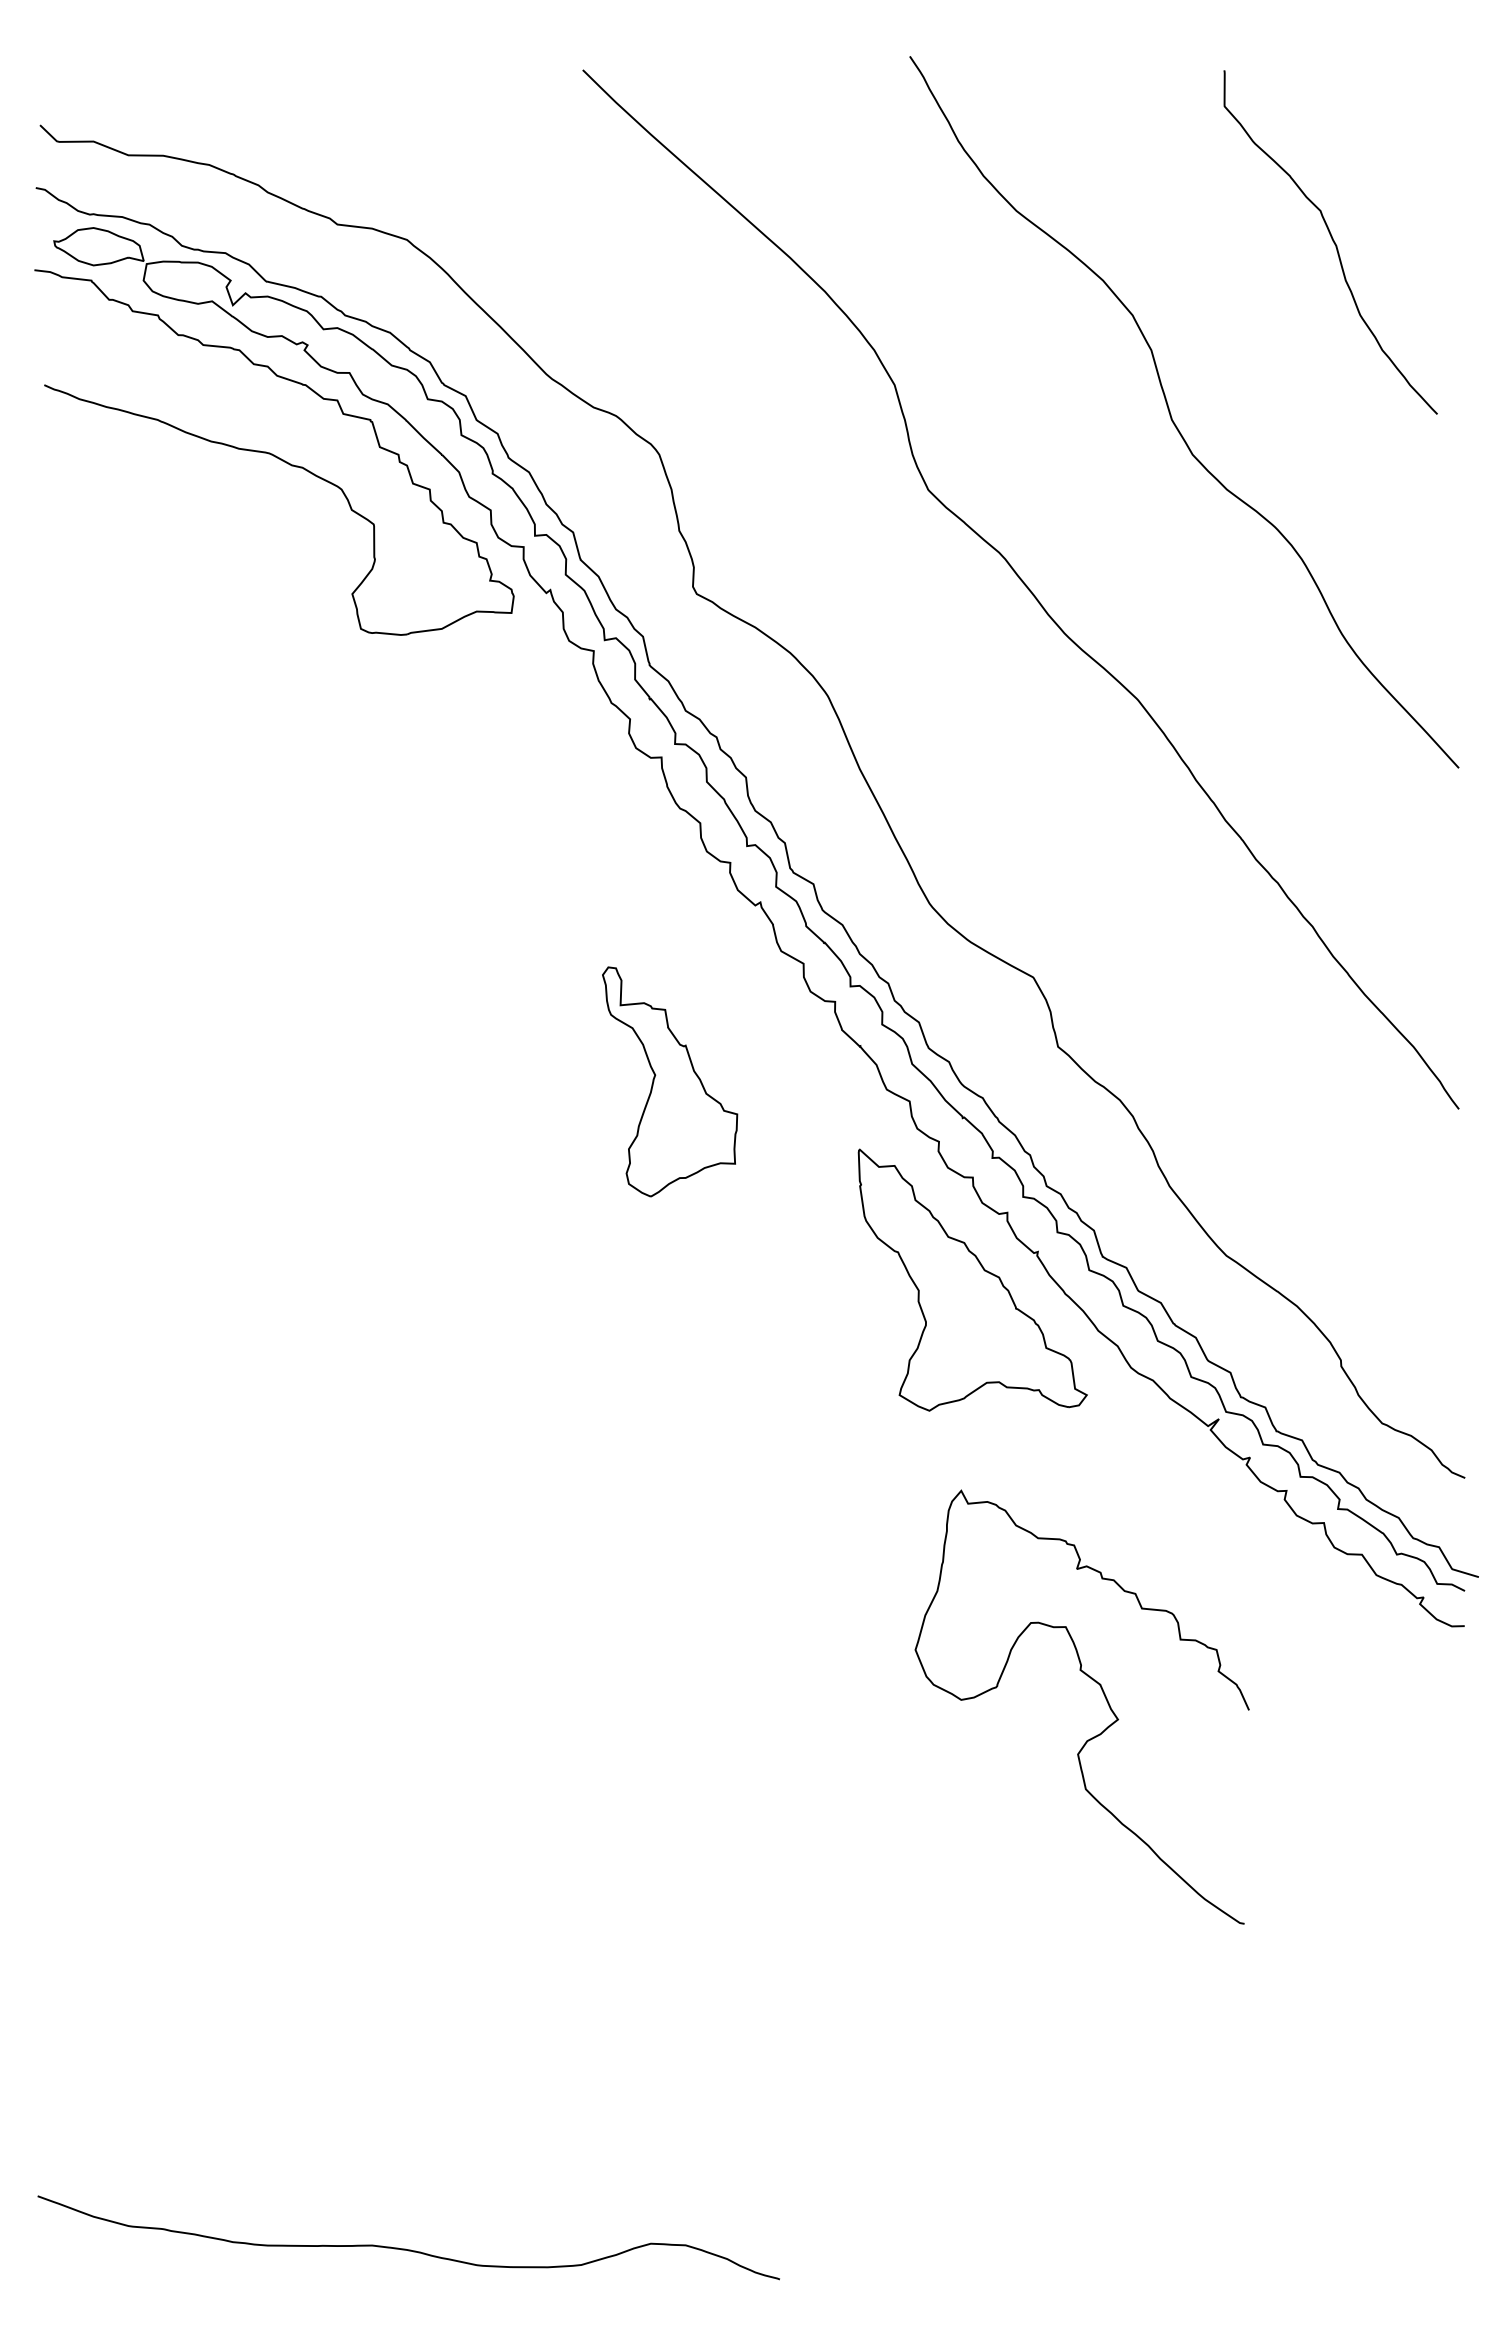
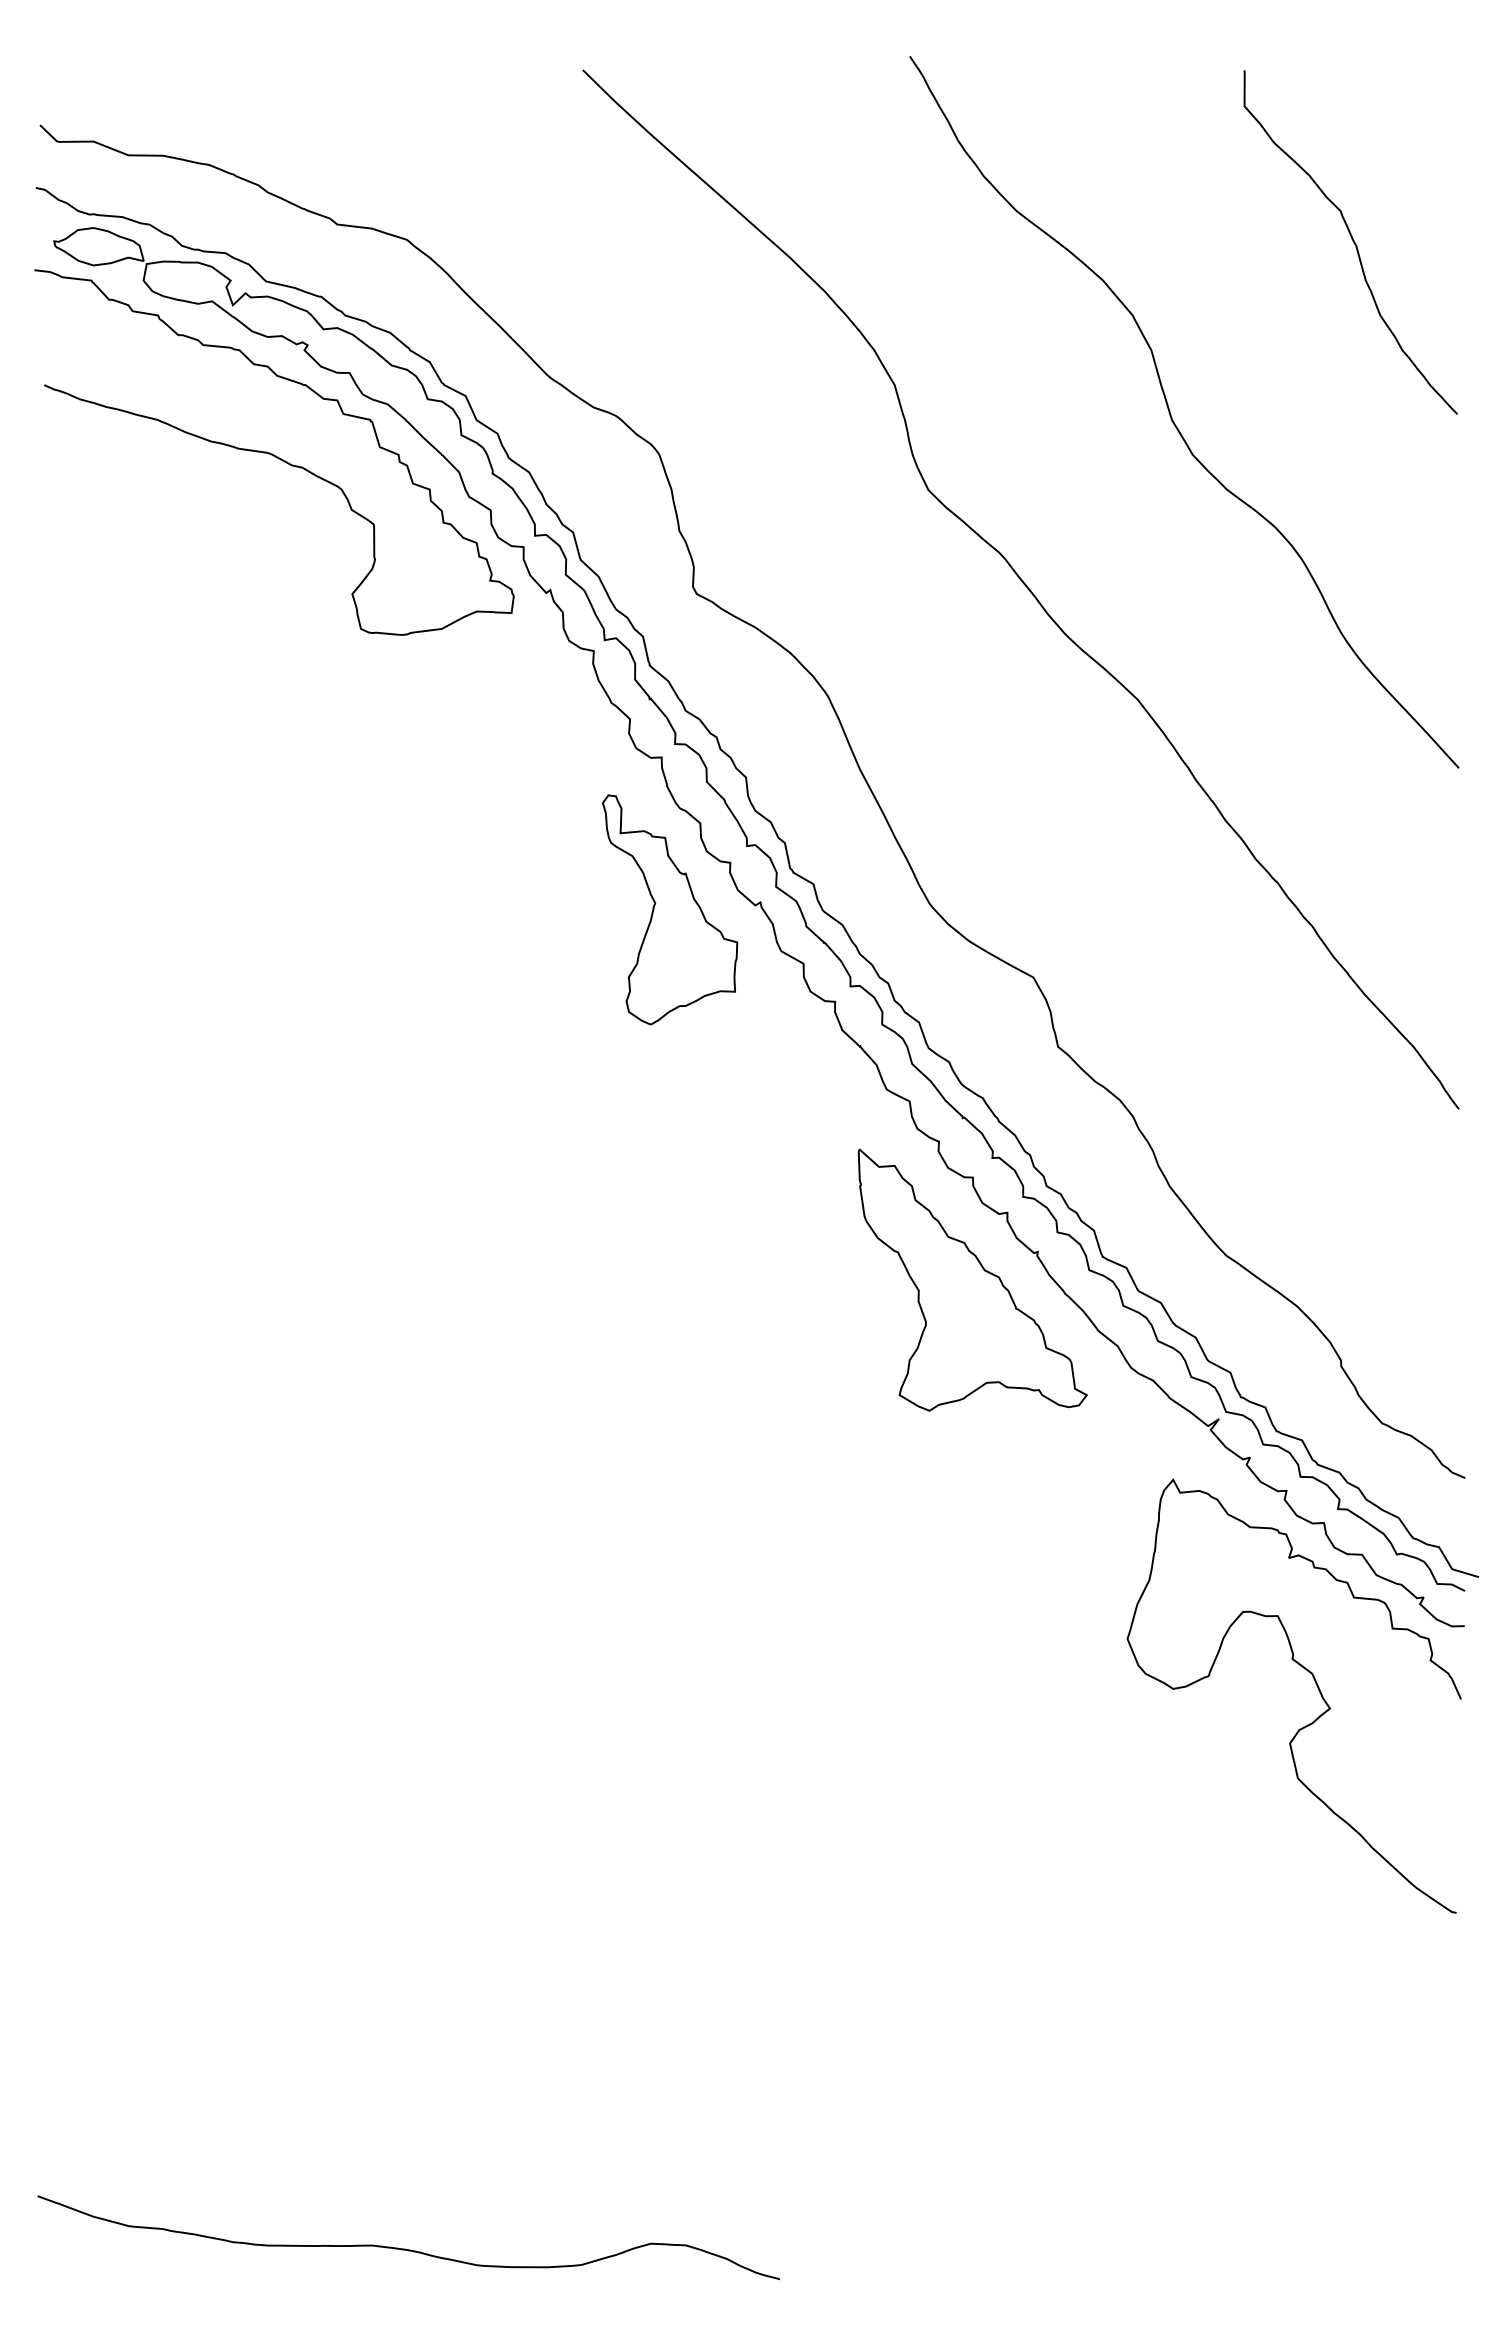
curve at (1332, 241) position: (1332, 241) -> (1352, 241)
part at (670, 1081) position: (670, 1081) -> (670, 909)
curve at (1104, 1697) position: (1104, 1697) -> (1316, 1686)
